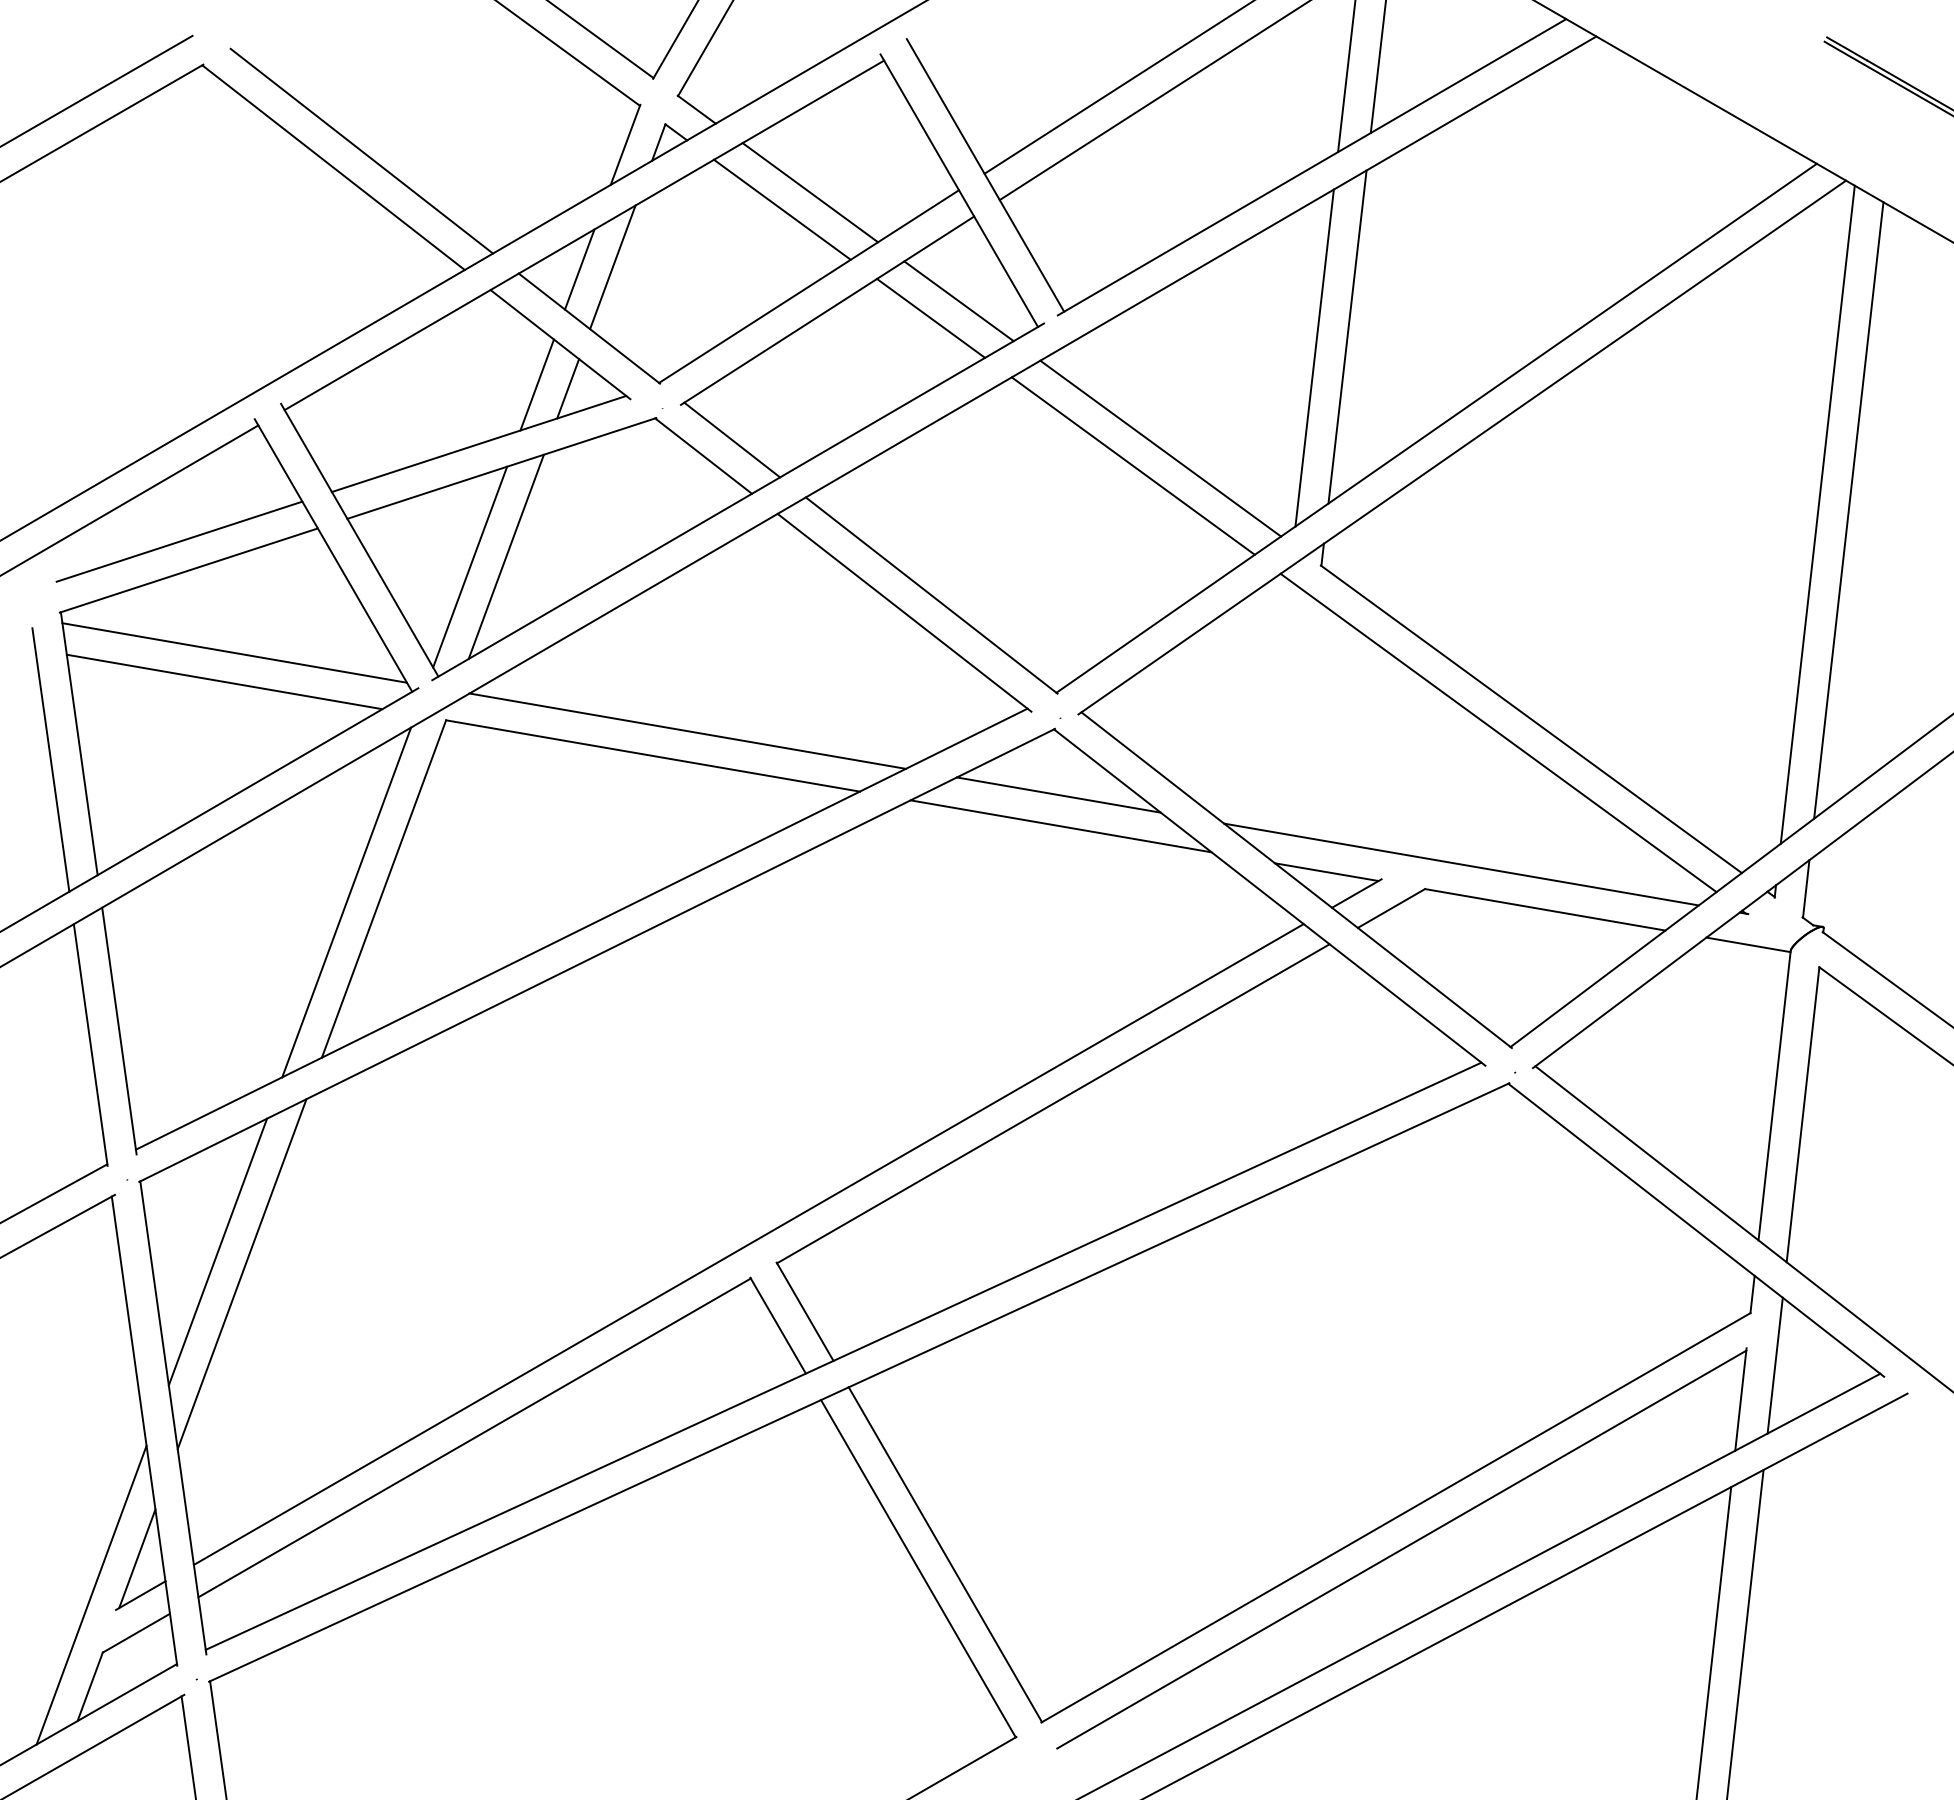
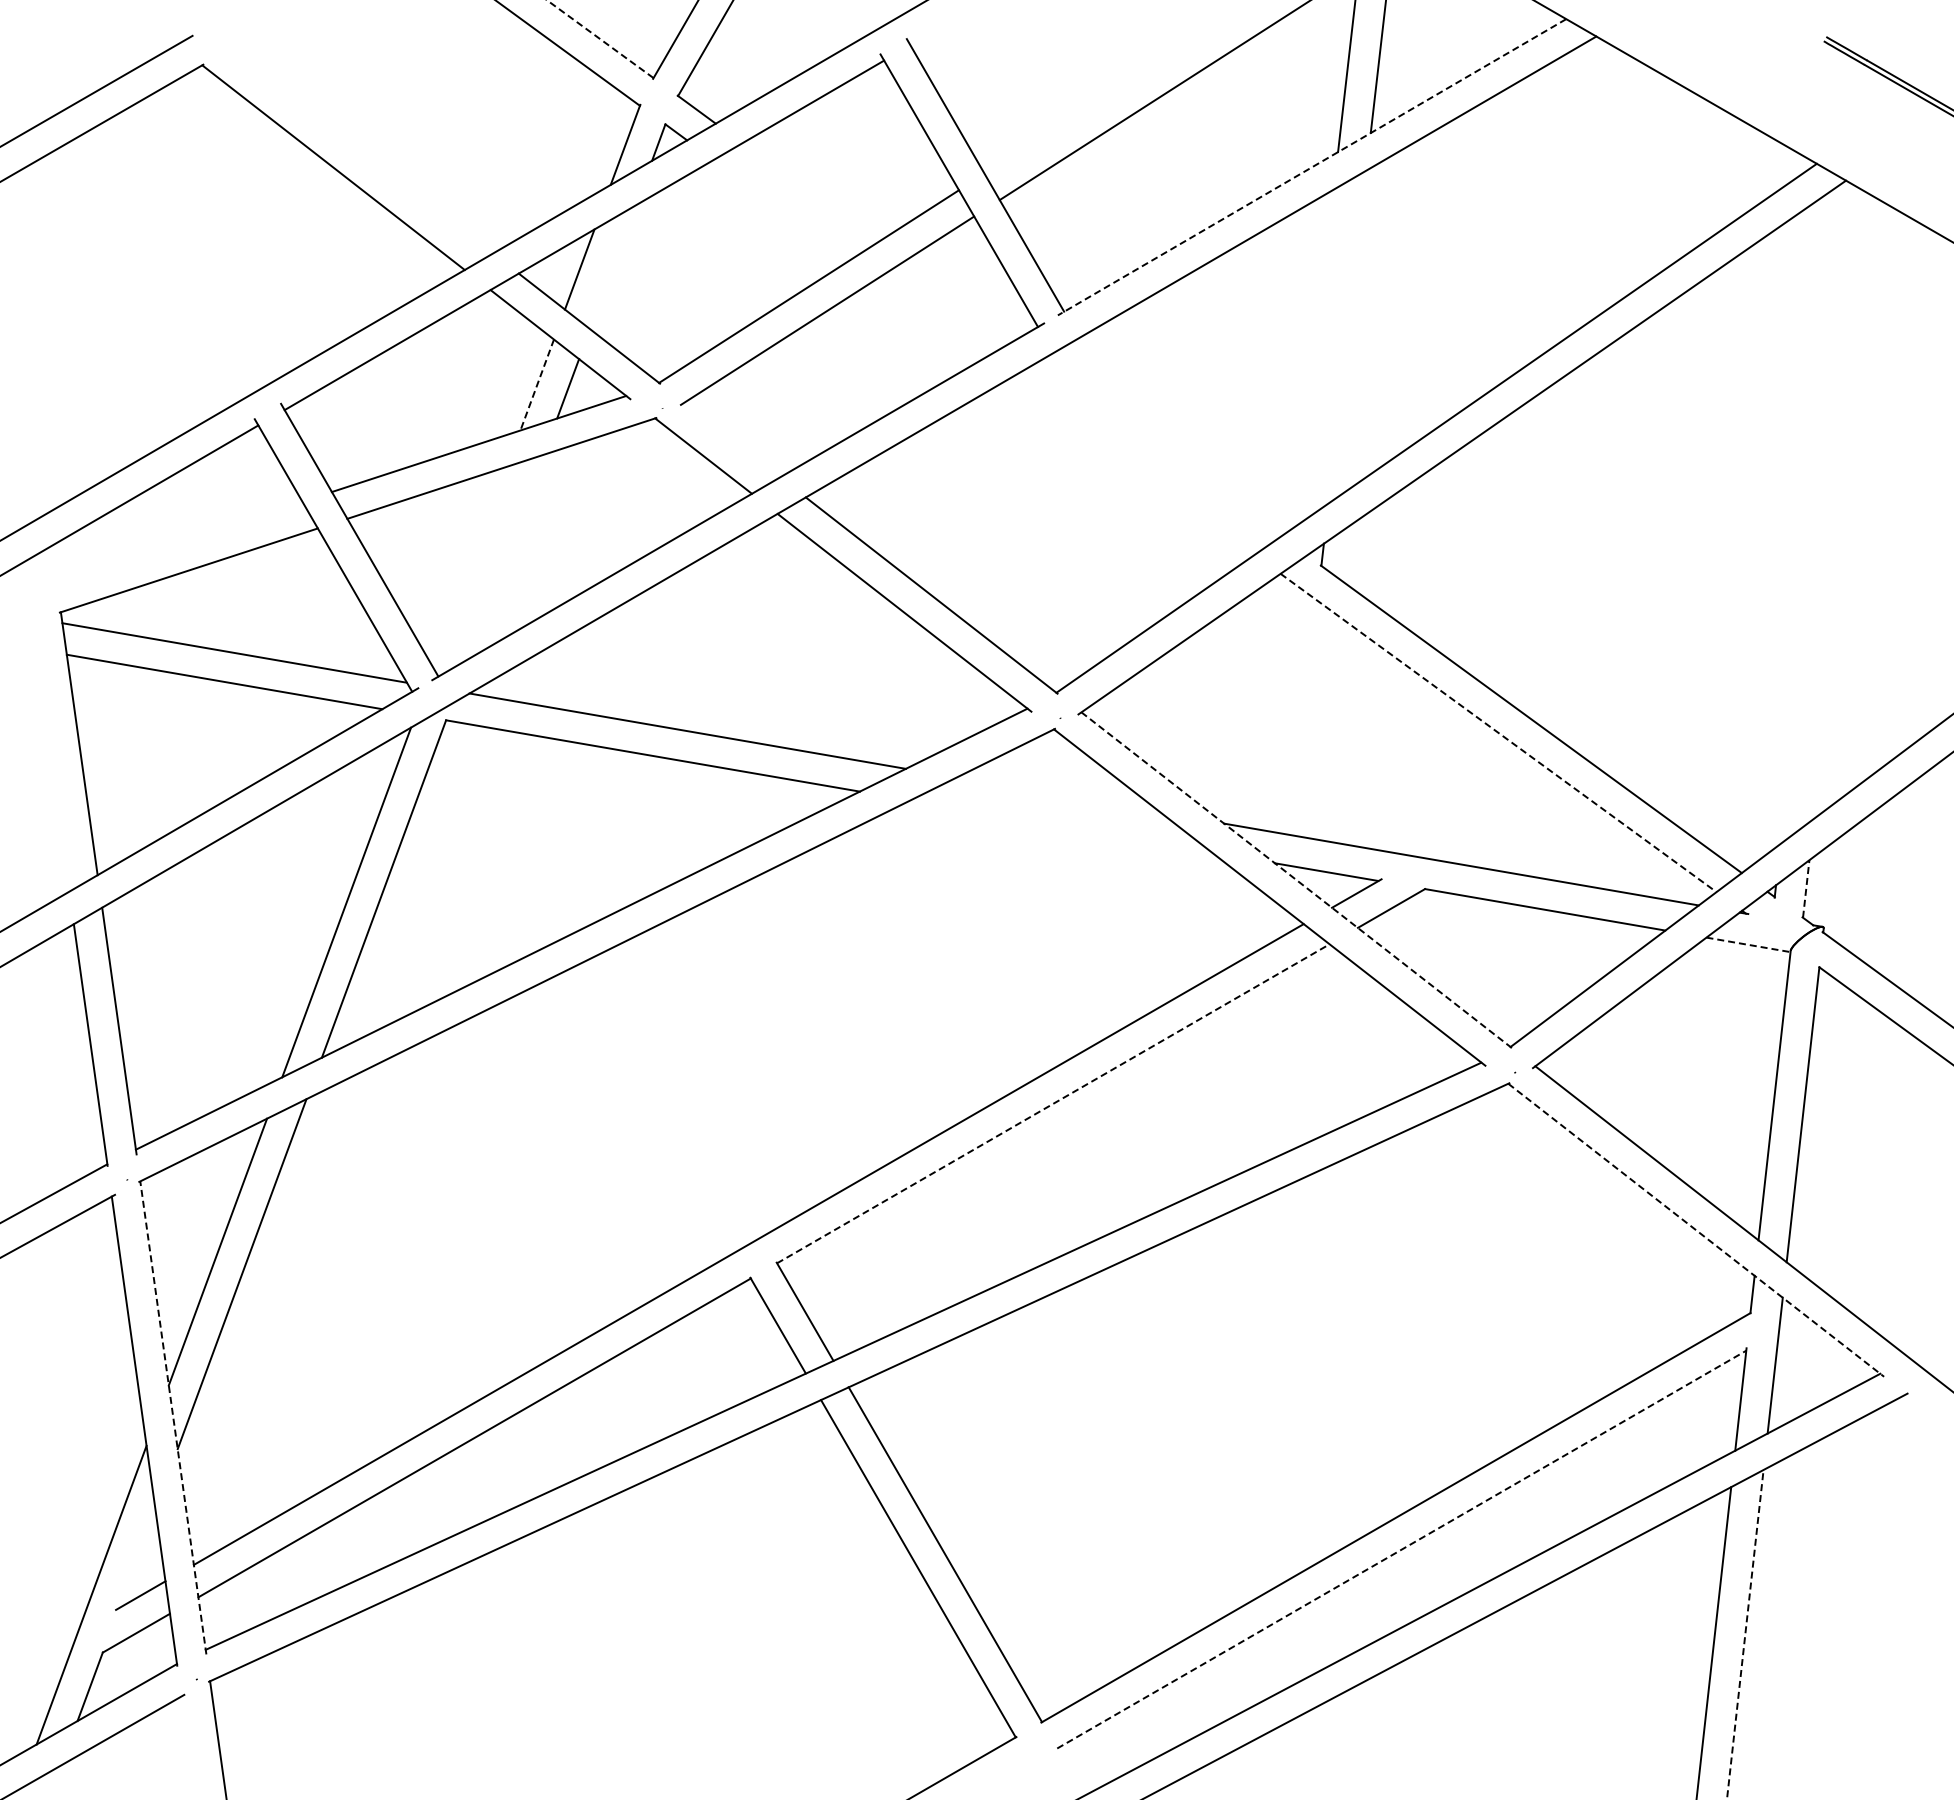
line at (600, 39): solid -> dashed
line at (1117, 87): present -> none
line at (361, 150): present -> none
line at (1311, 167): solid -> dashed
line at (810, 192): present -> none
line at (782, 209): present -> none
line at (612, 267): present -> none
line at (958, 301): present -> none
line at (931, 317): present -> none
line at (1347, 336): present -> none
line at (1314, 357): present -> none
line at (537, 385): solid -> dashed
line at (732, 439): present -> none
line at (1160, 448): present -> none
line at (1132, 465): present -> none
line at (1848, 510): present -> none
line at (1817, 514): present -> none
line at (179, 541): present -> none
line at (505, 556): present -> none
line at (470, 566): present -> none
line at (1498, 732): solid -> dashed
line at (50, 759): present -> none
line at (1058, 794): present -> none
line at (1060, 826): present -> none
line at (1296, 880): solid -> dashed
line at (1806, 888): solid -> dashed
line at (1748, 944): solid -> dashed
line at (1053, 1103): solid -> dashed
line at (1696, 1230): solid -> dashed
line at (173, 1417): solid -> dashed
line at (1401, 1549): solid -> dashed
line at (137, 1558): present -> none
line at (1745, 1634): solid -> dashed
line at (188, 1746): present -> none
